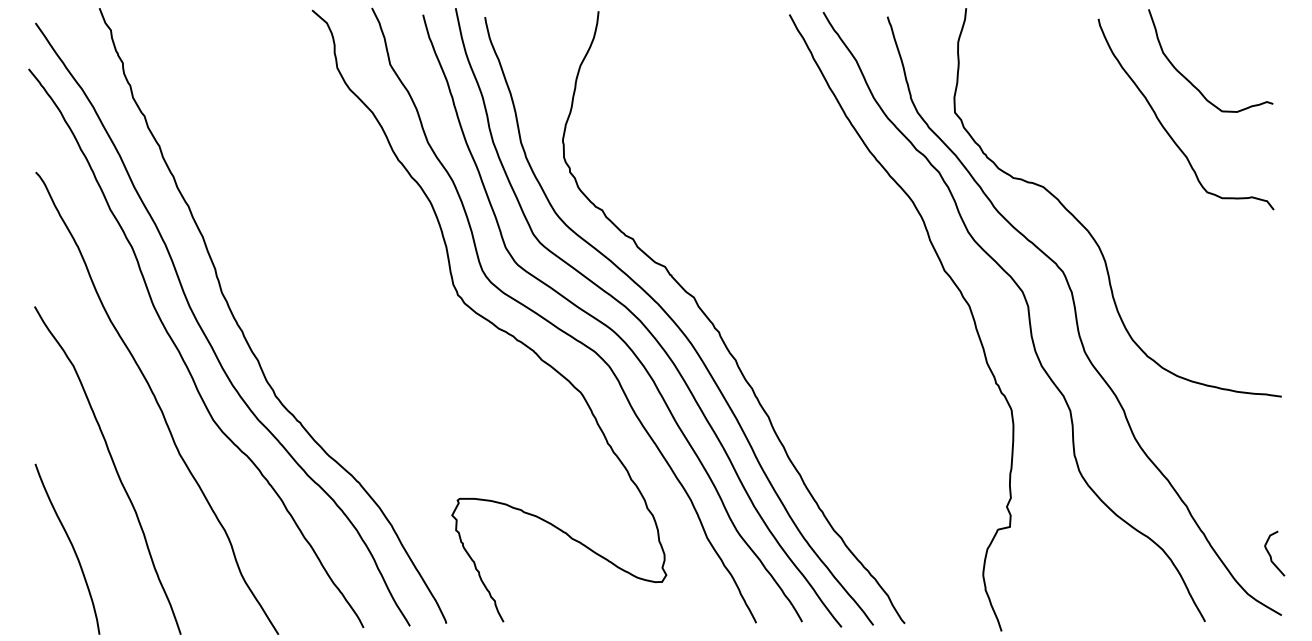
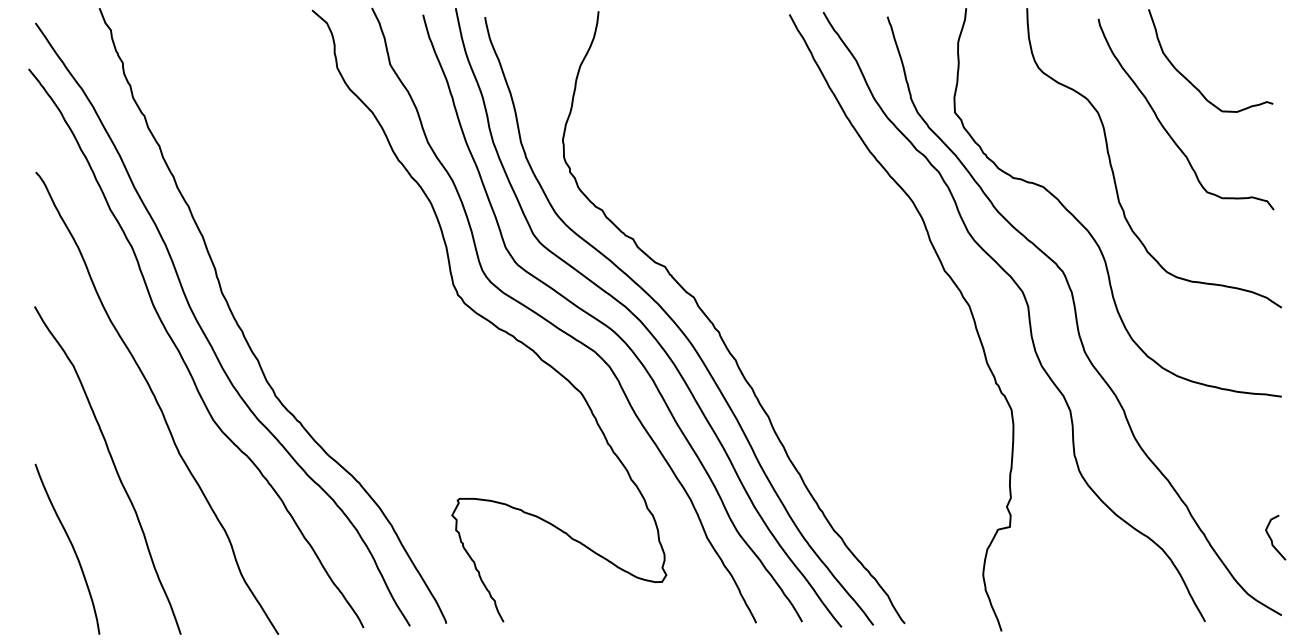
curve at (1113, 170): none -> present
curve at (1271, 555) position: (1271, 555) -> (1272, 539)
